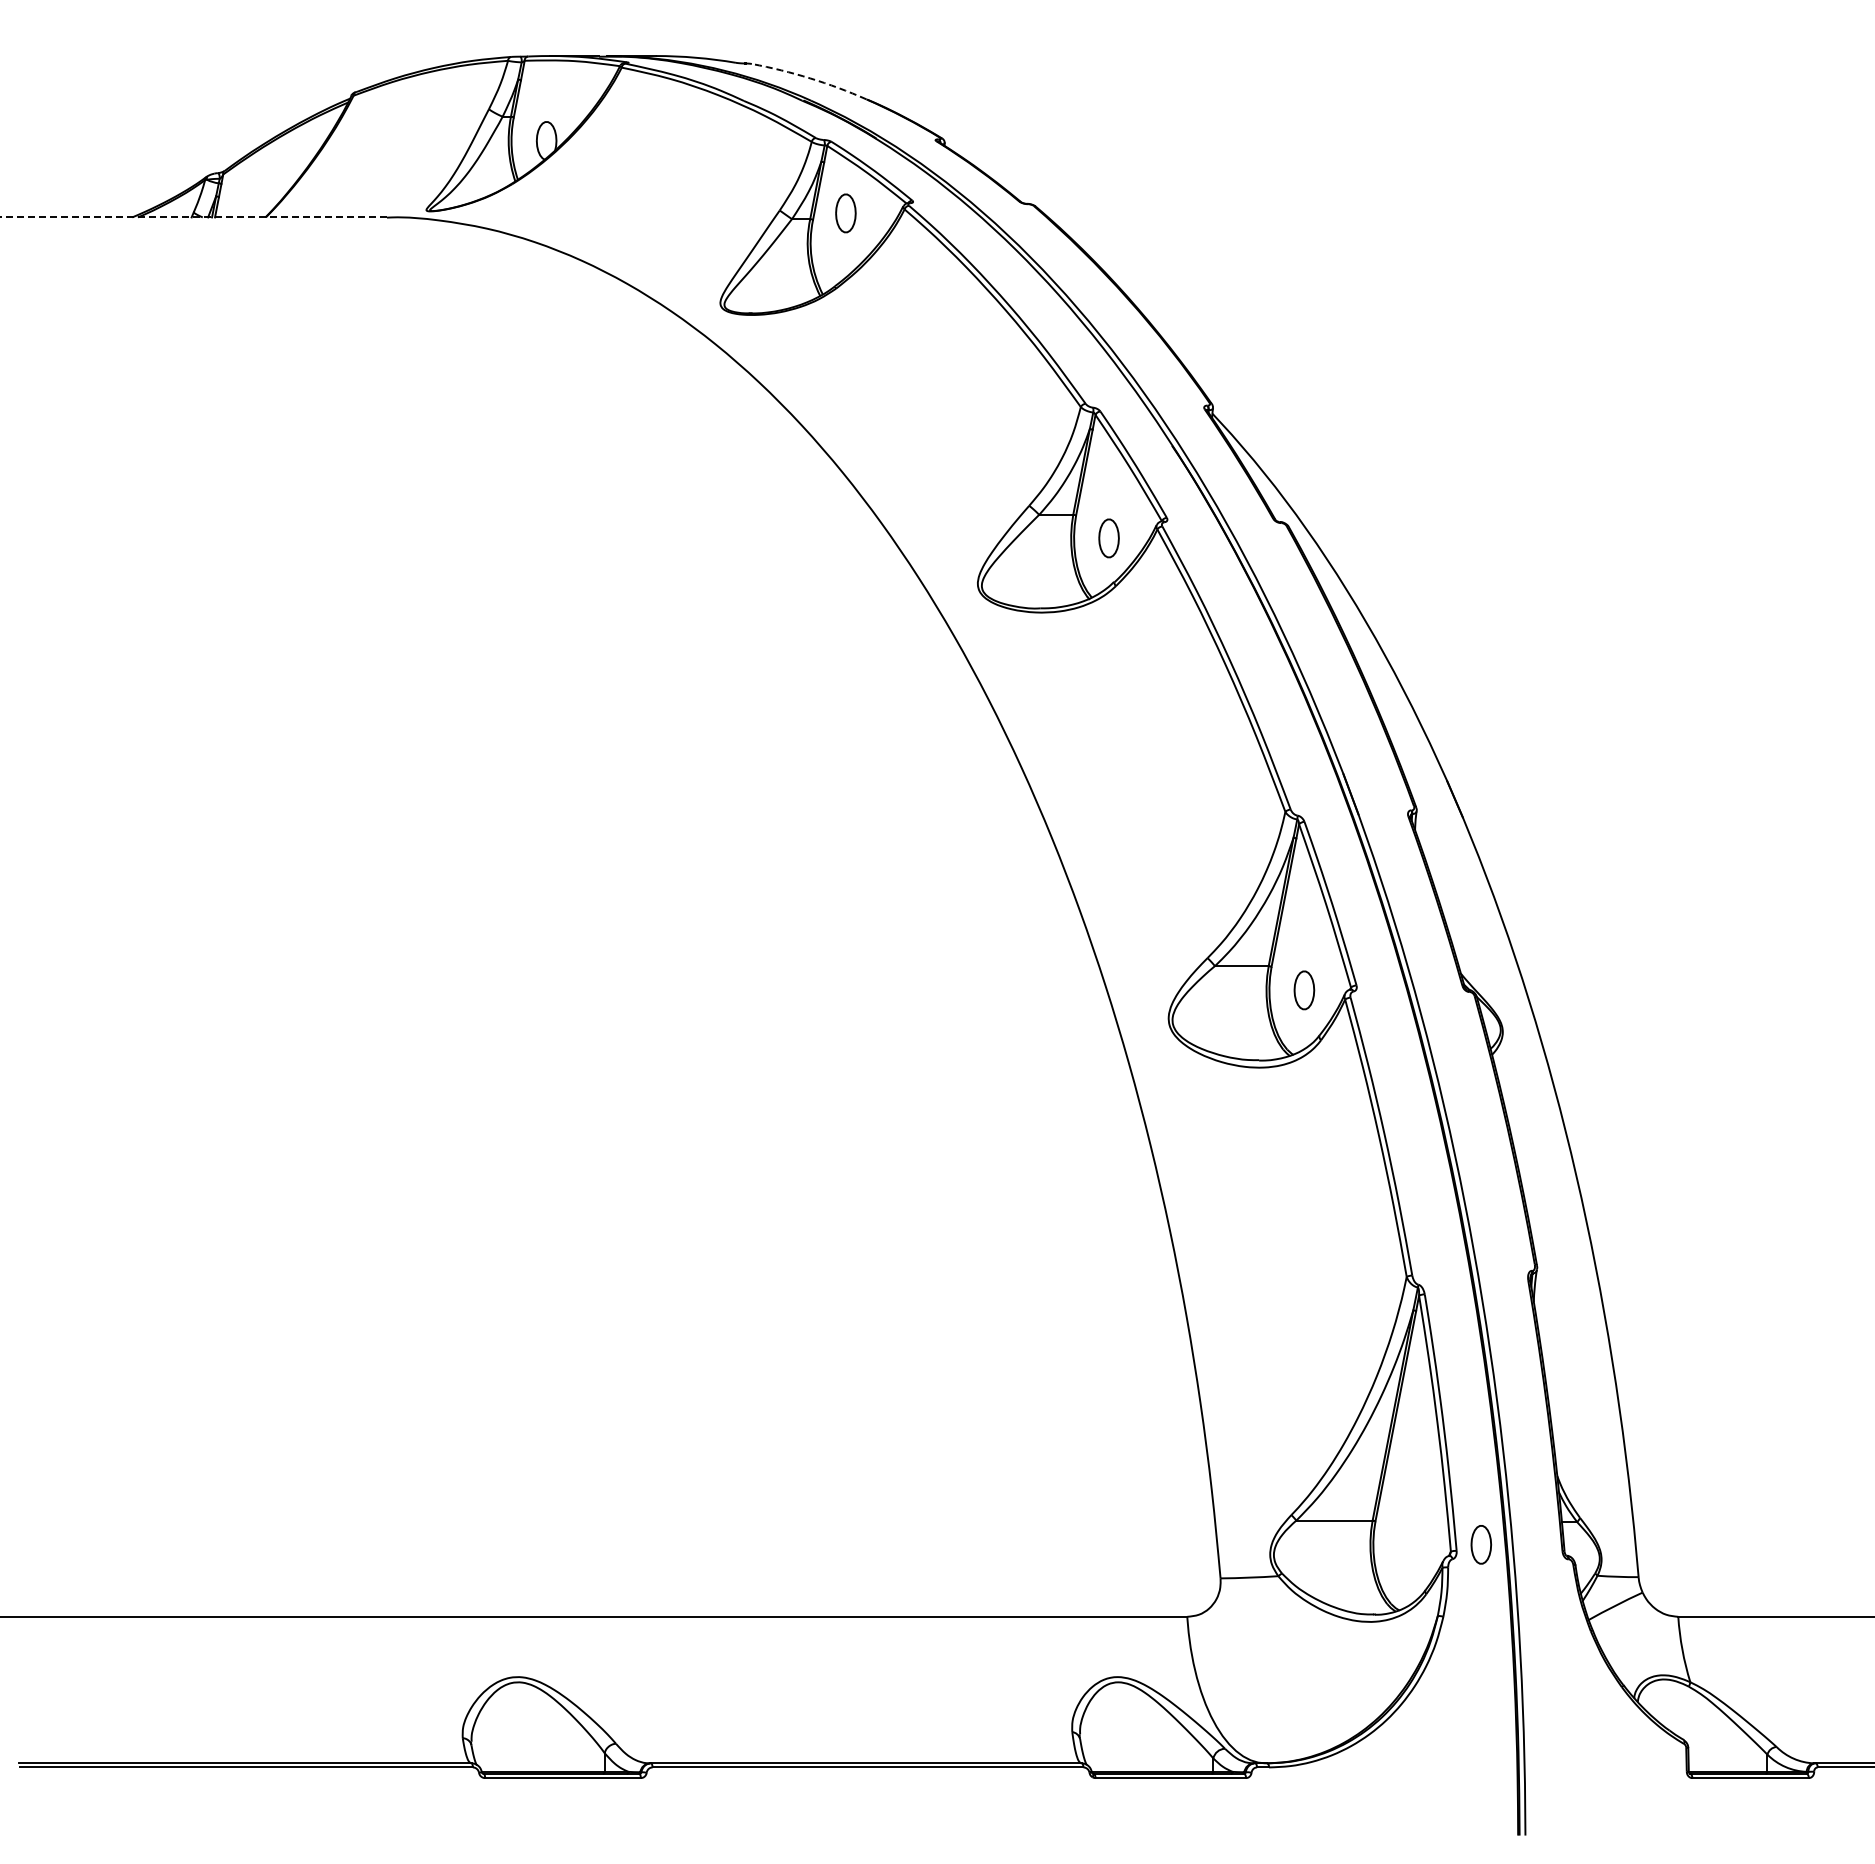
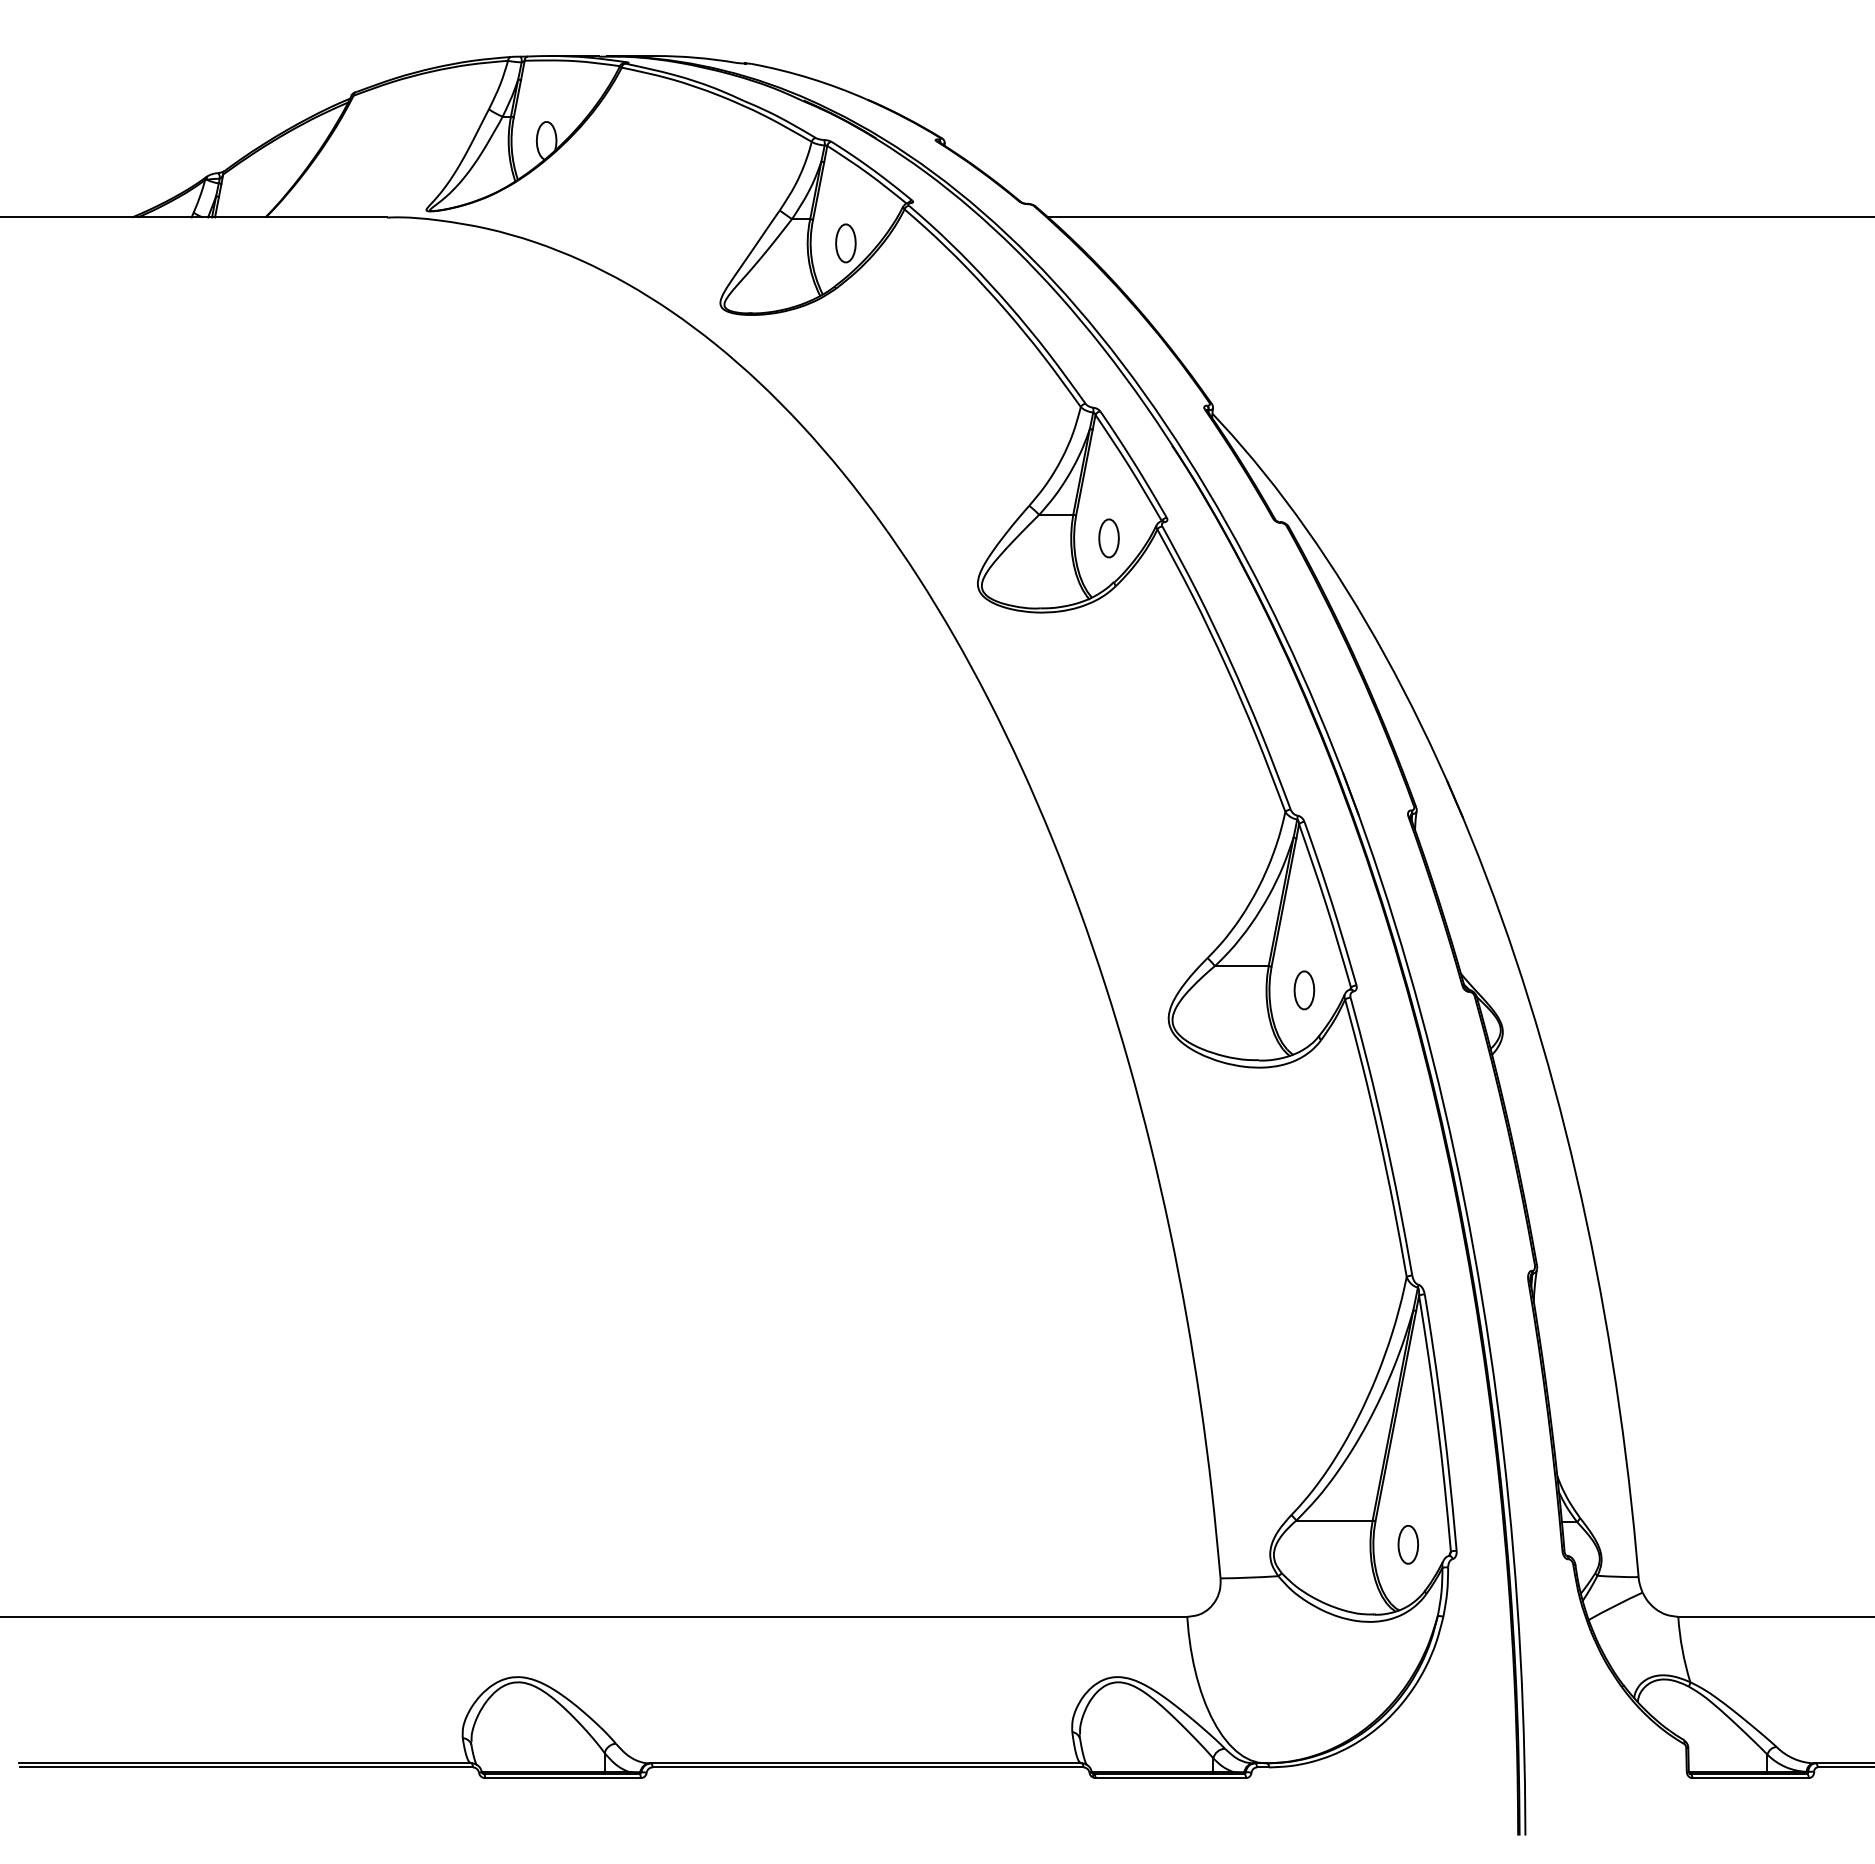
arc at (810, 78): dashed -> solid
part at (845, 213) position: (845, 213) -> (845, 243)
line at (193, 217): dashed -> solid
line at (1459, 217): none -> present
part at (1481, 1544) position: (1481, 1544) -> (1408, 1544)
